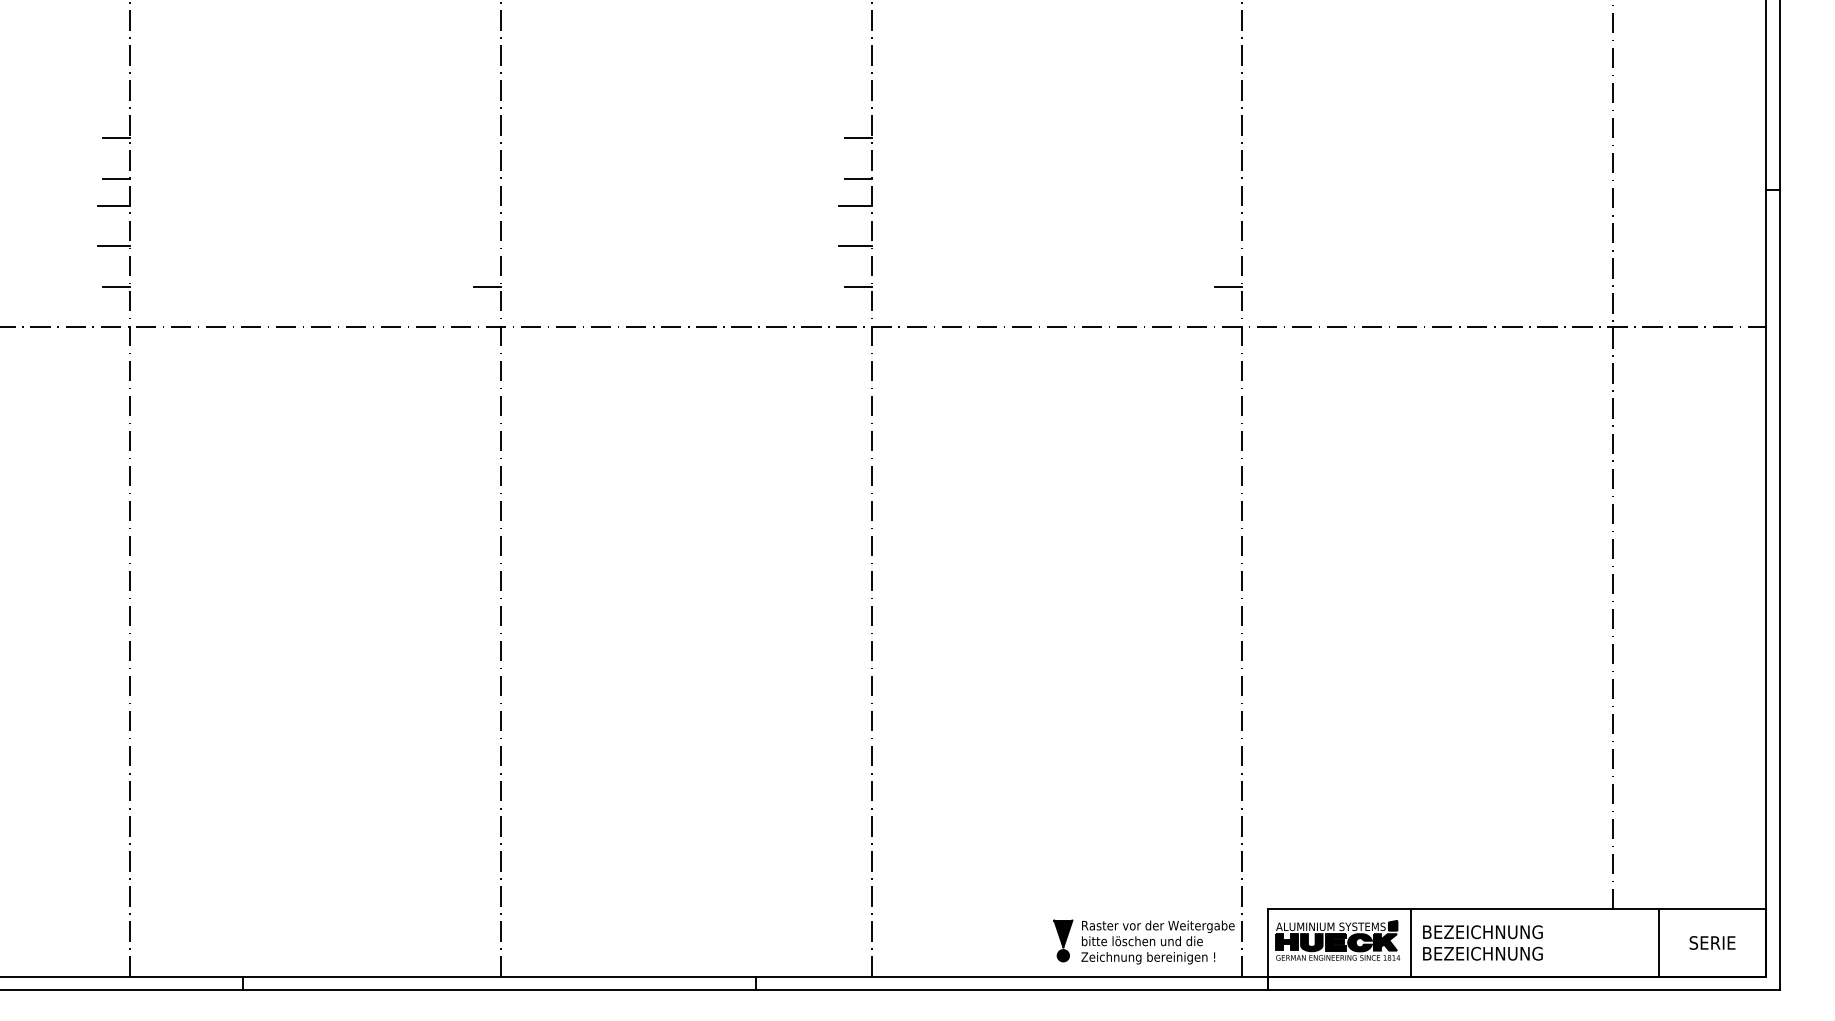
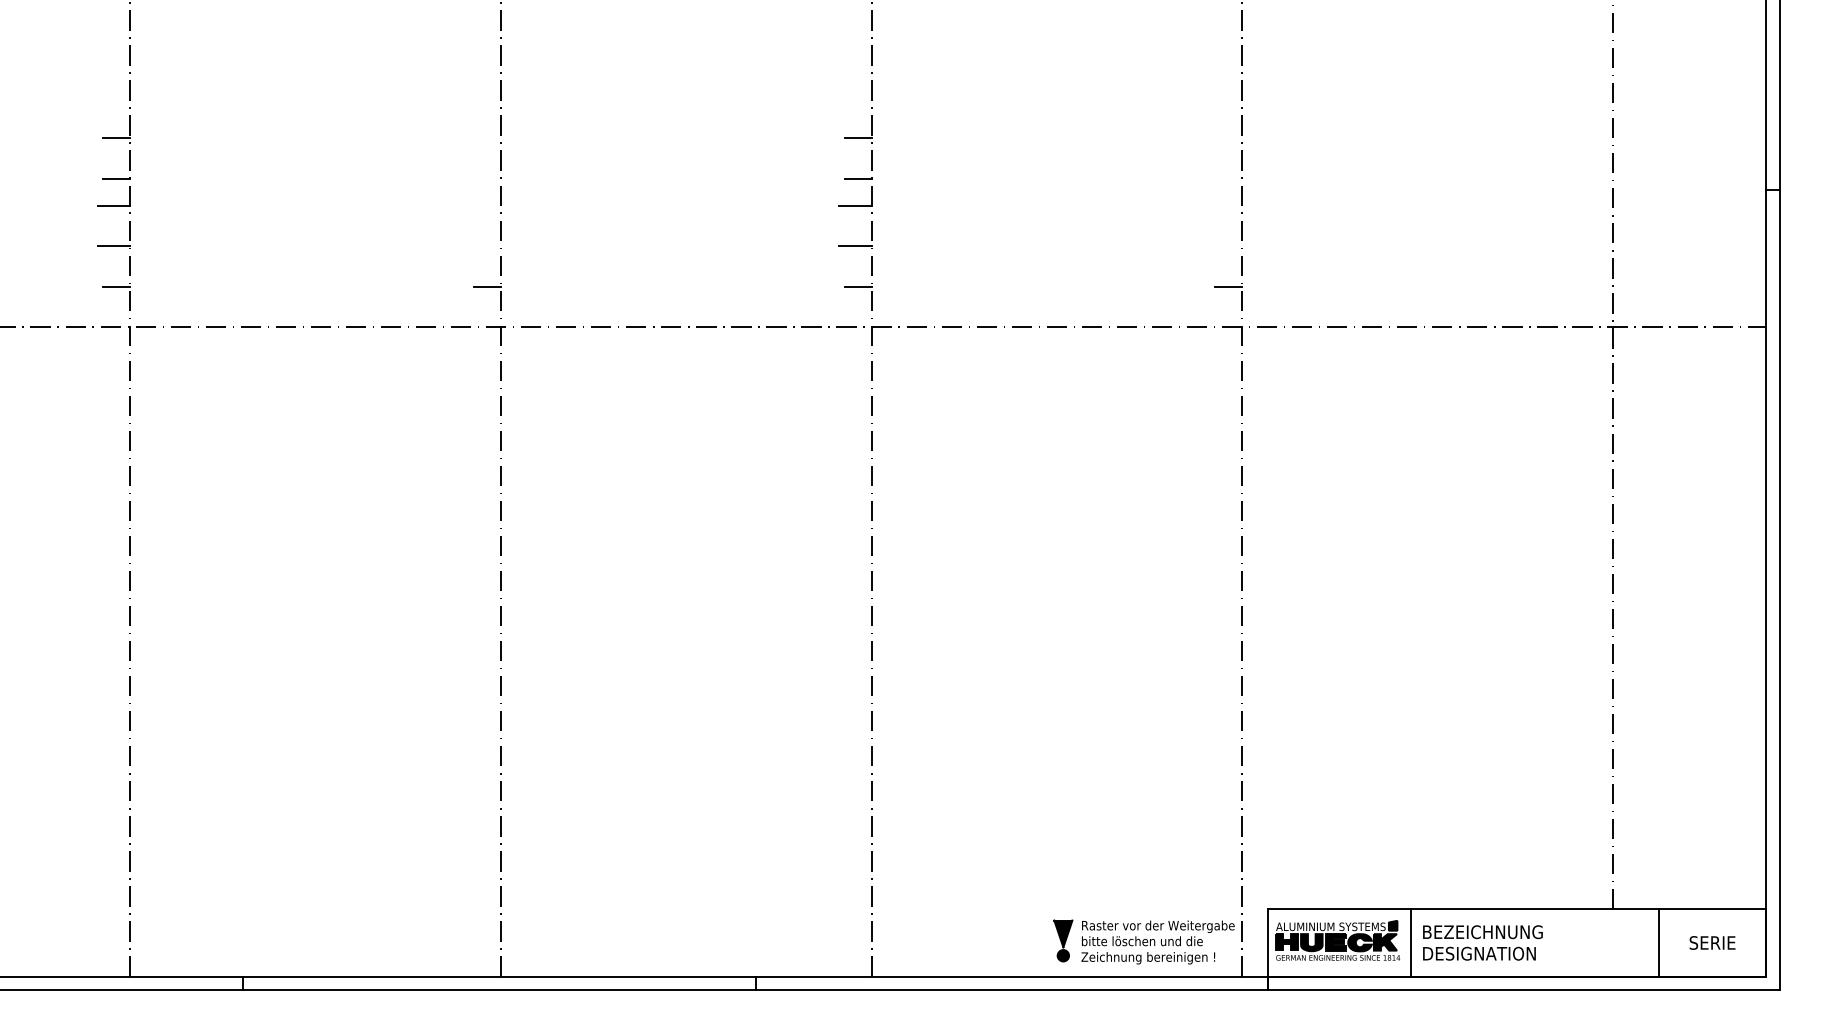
text at (1483, 953): BEZEICHNUNG -> DESIGNATION
